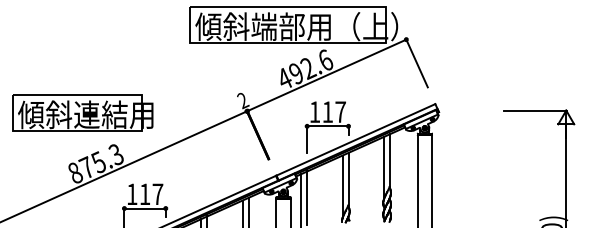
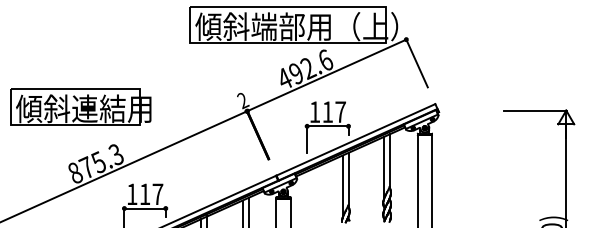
part at (82, 112) position: (82, 112) -> (80, 106)
line at (307, 197): present -> none
line at (301, 199): present -> none
